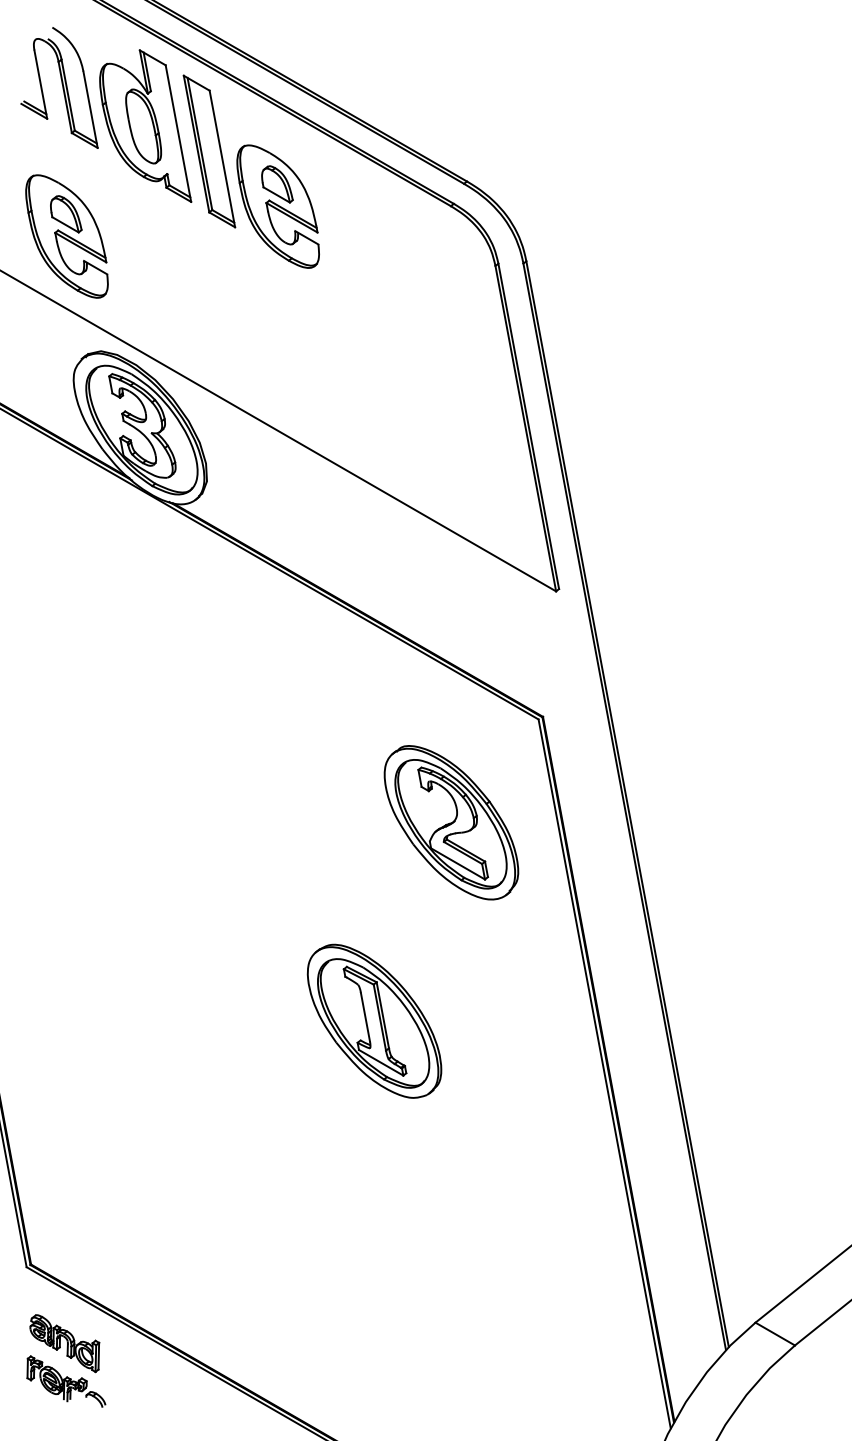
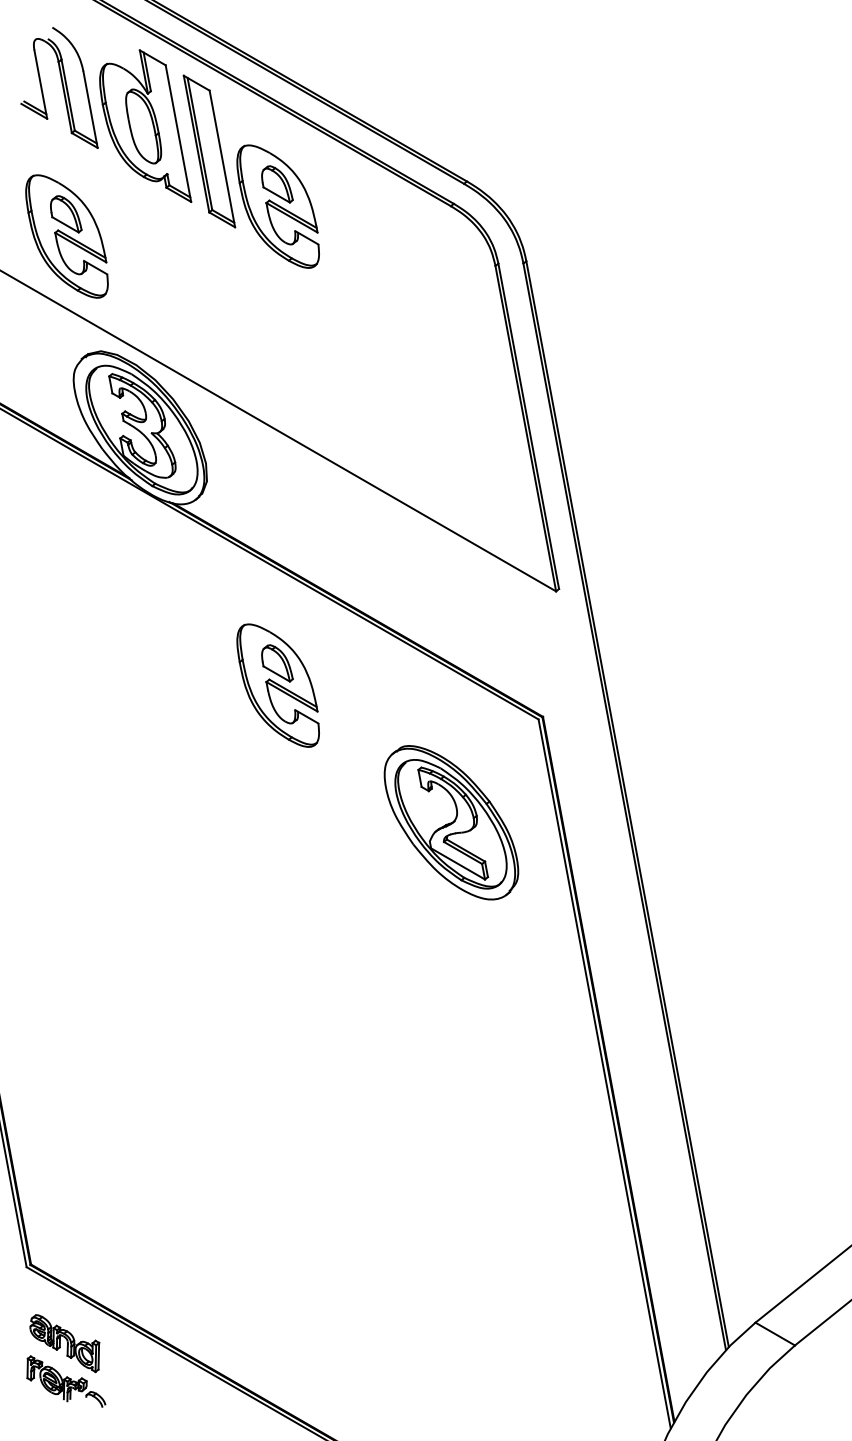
part at (277, 685): none -> present
part at (374, 1020): present -> none
